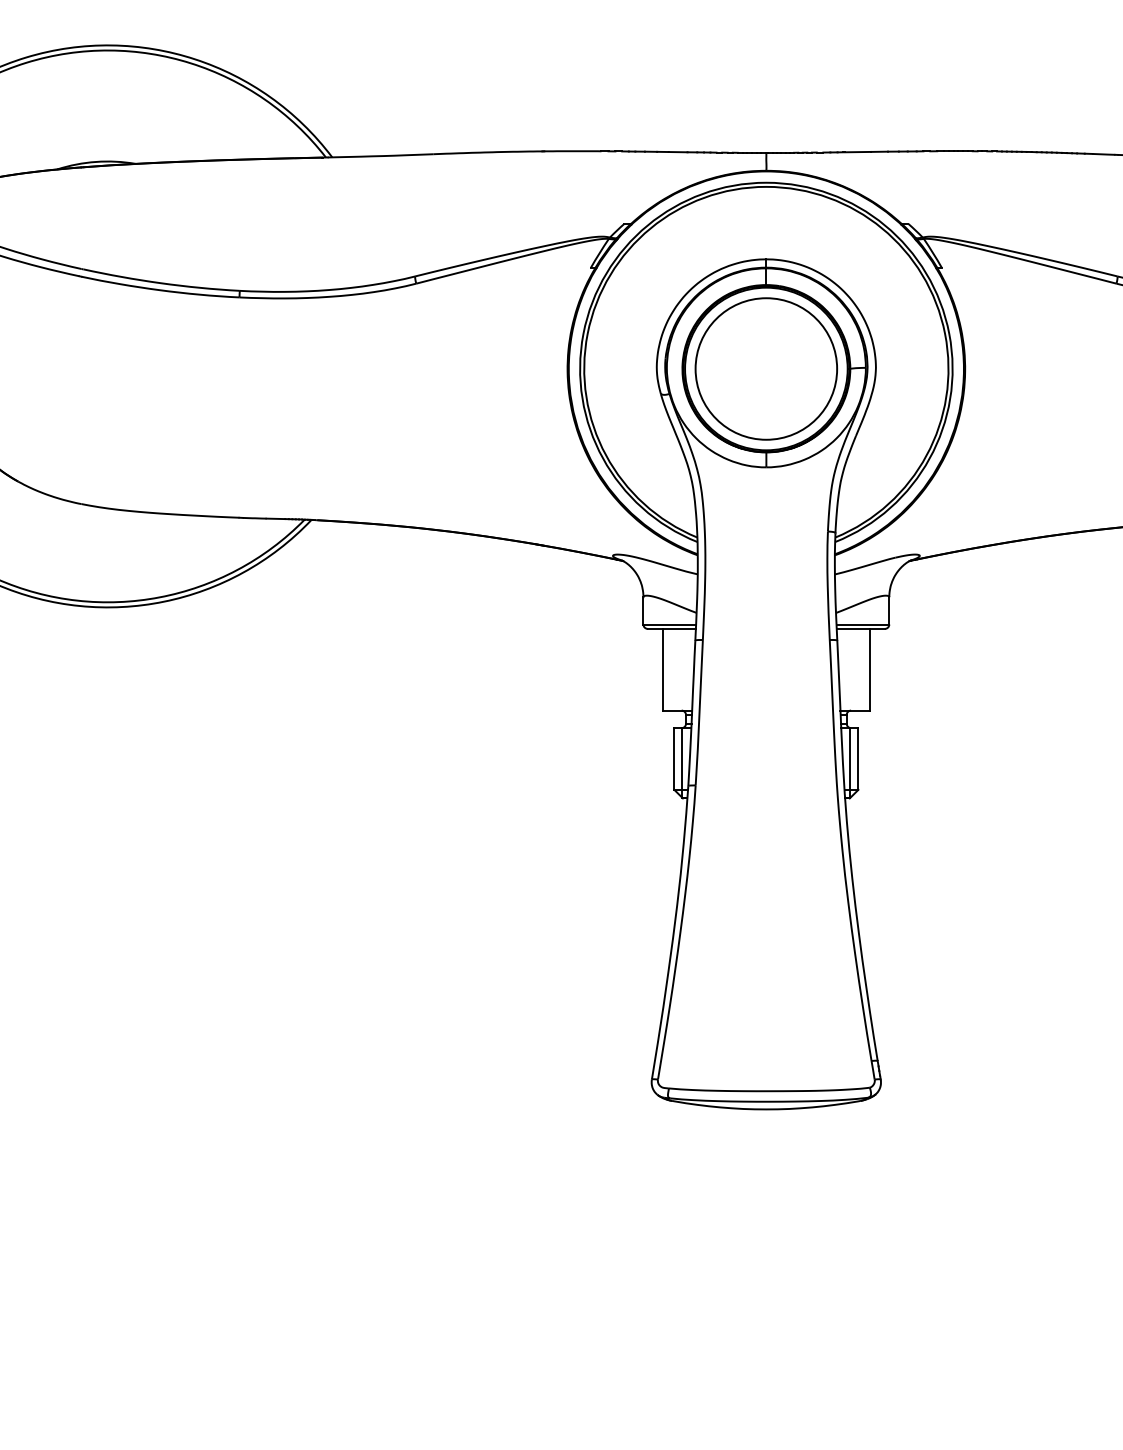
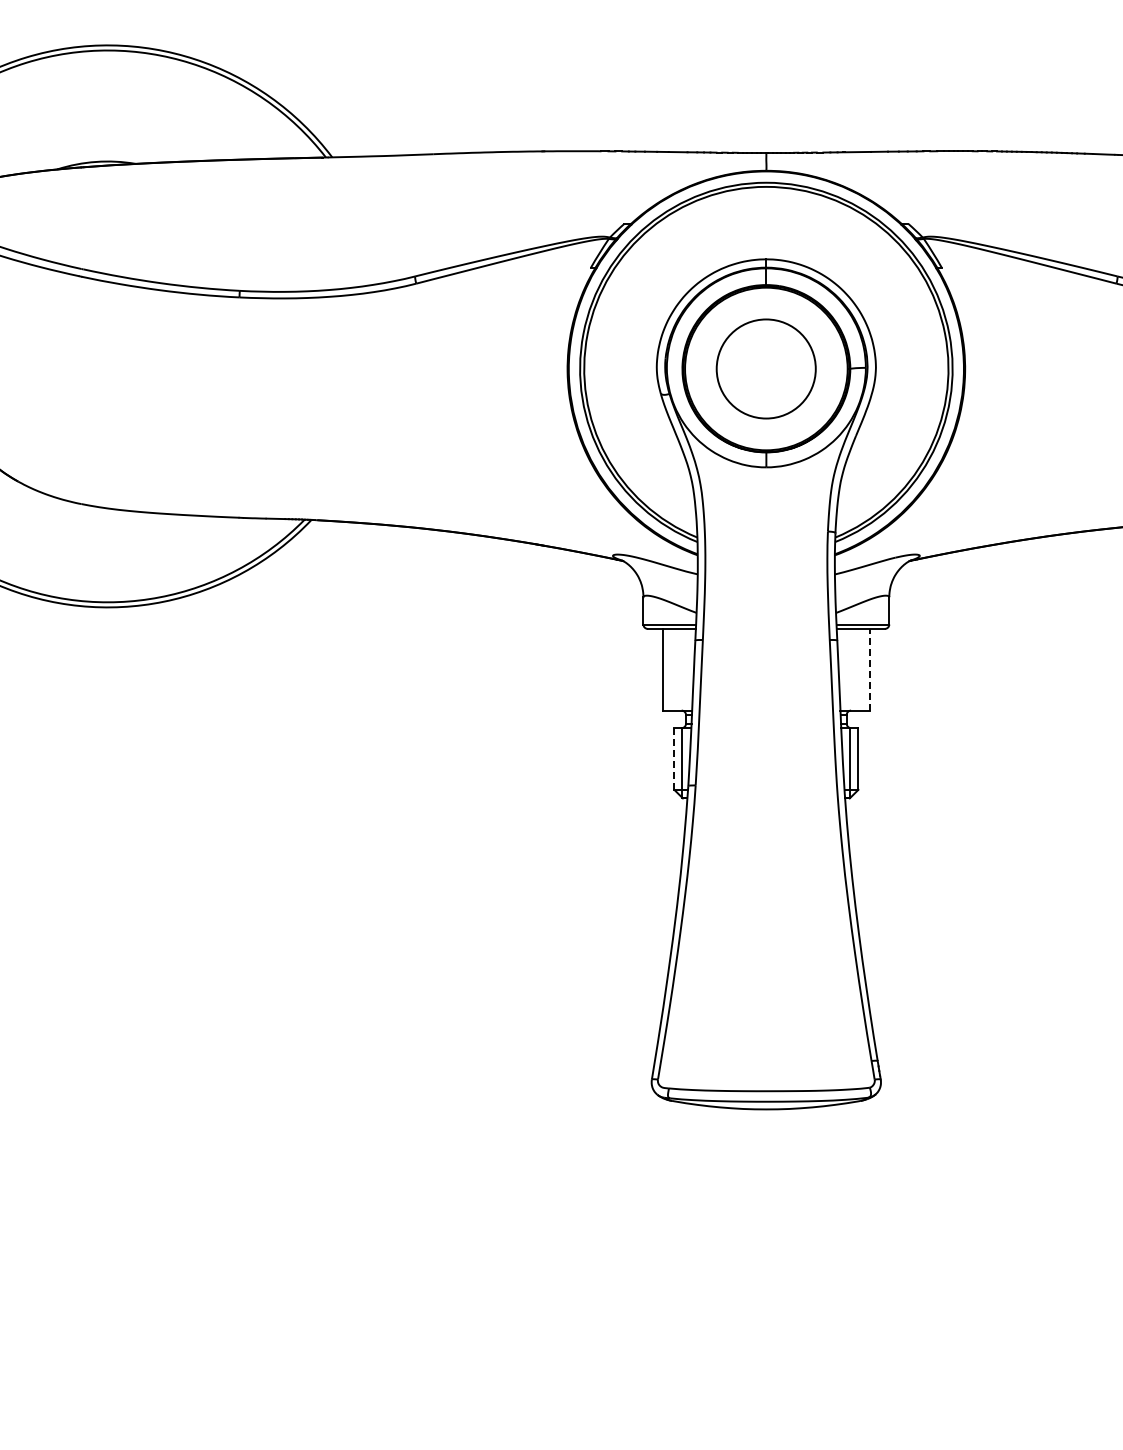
circle at (765, 368) size: 144x144 px -> 102x102 px
line at (869, 669): solid -> dashed
line at (674, 759): solid -> dashed
